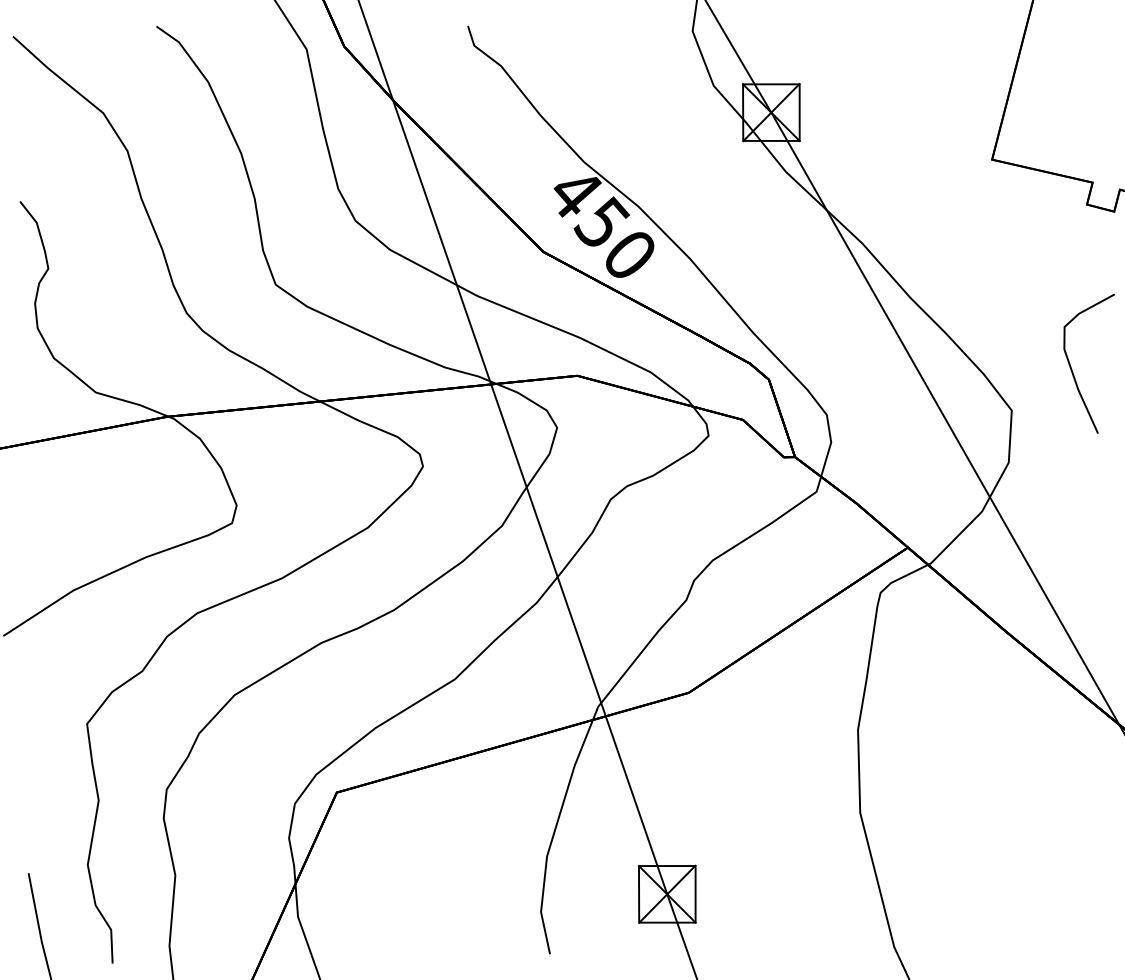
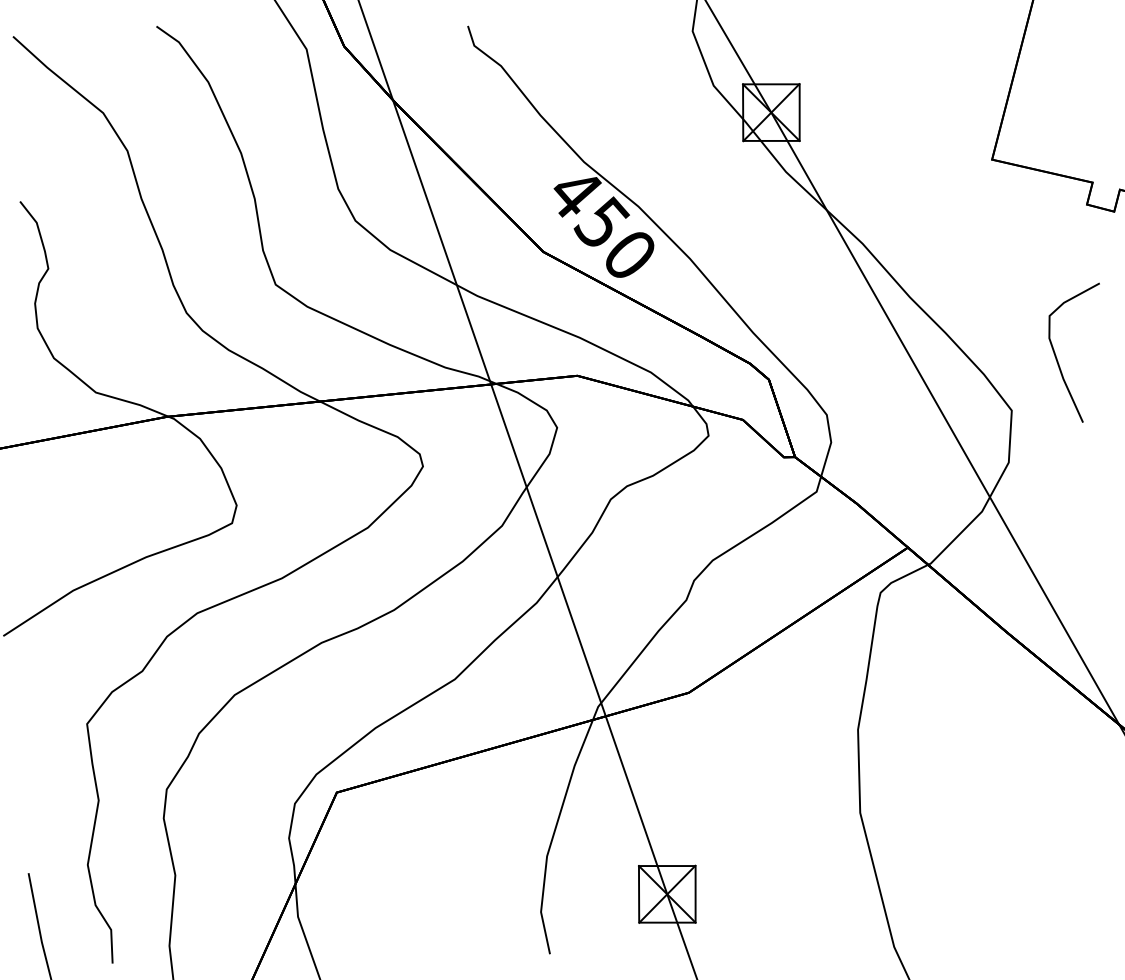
curve at (1072, 369) position: (1072, 369) -> (1057, 358)
